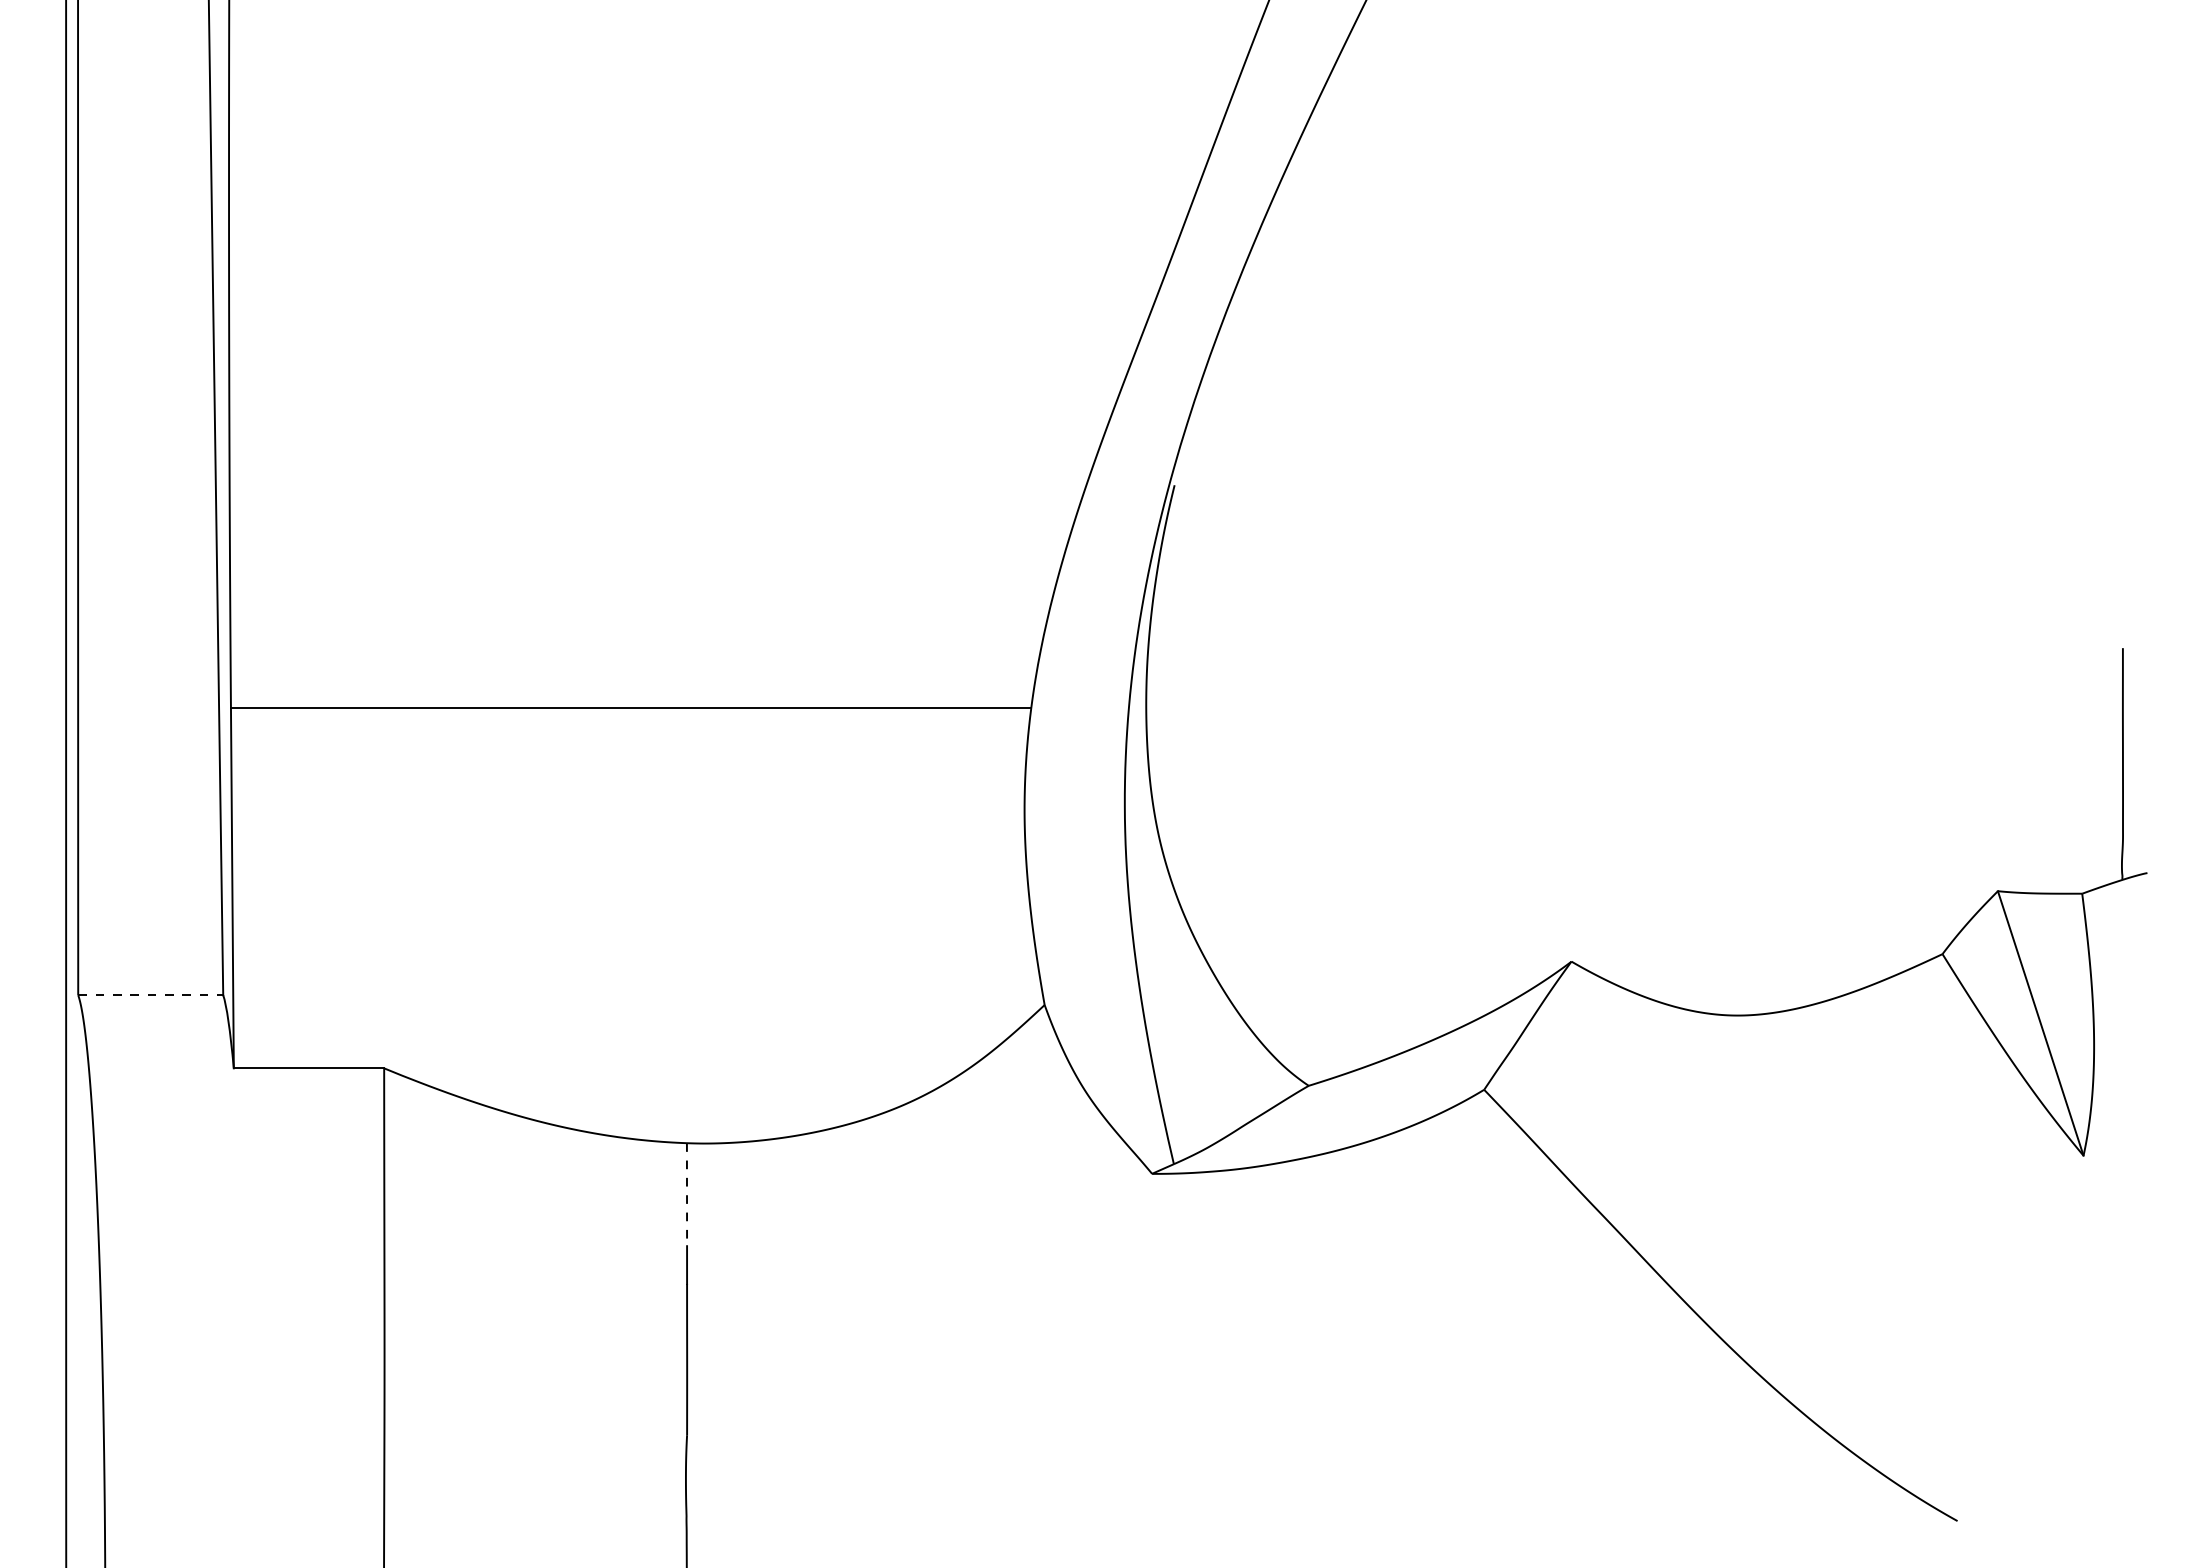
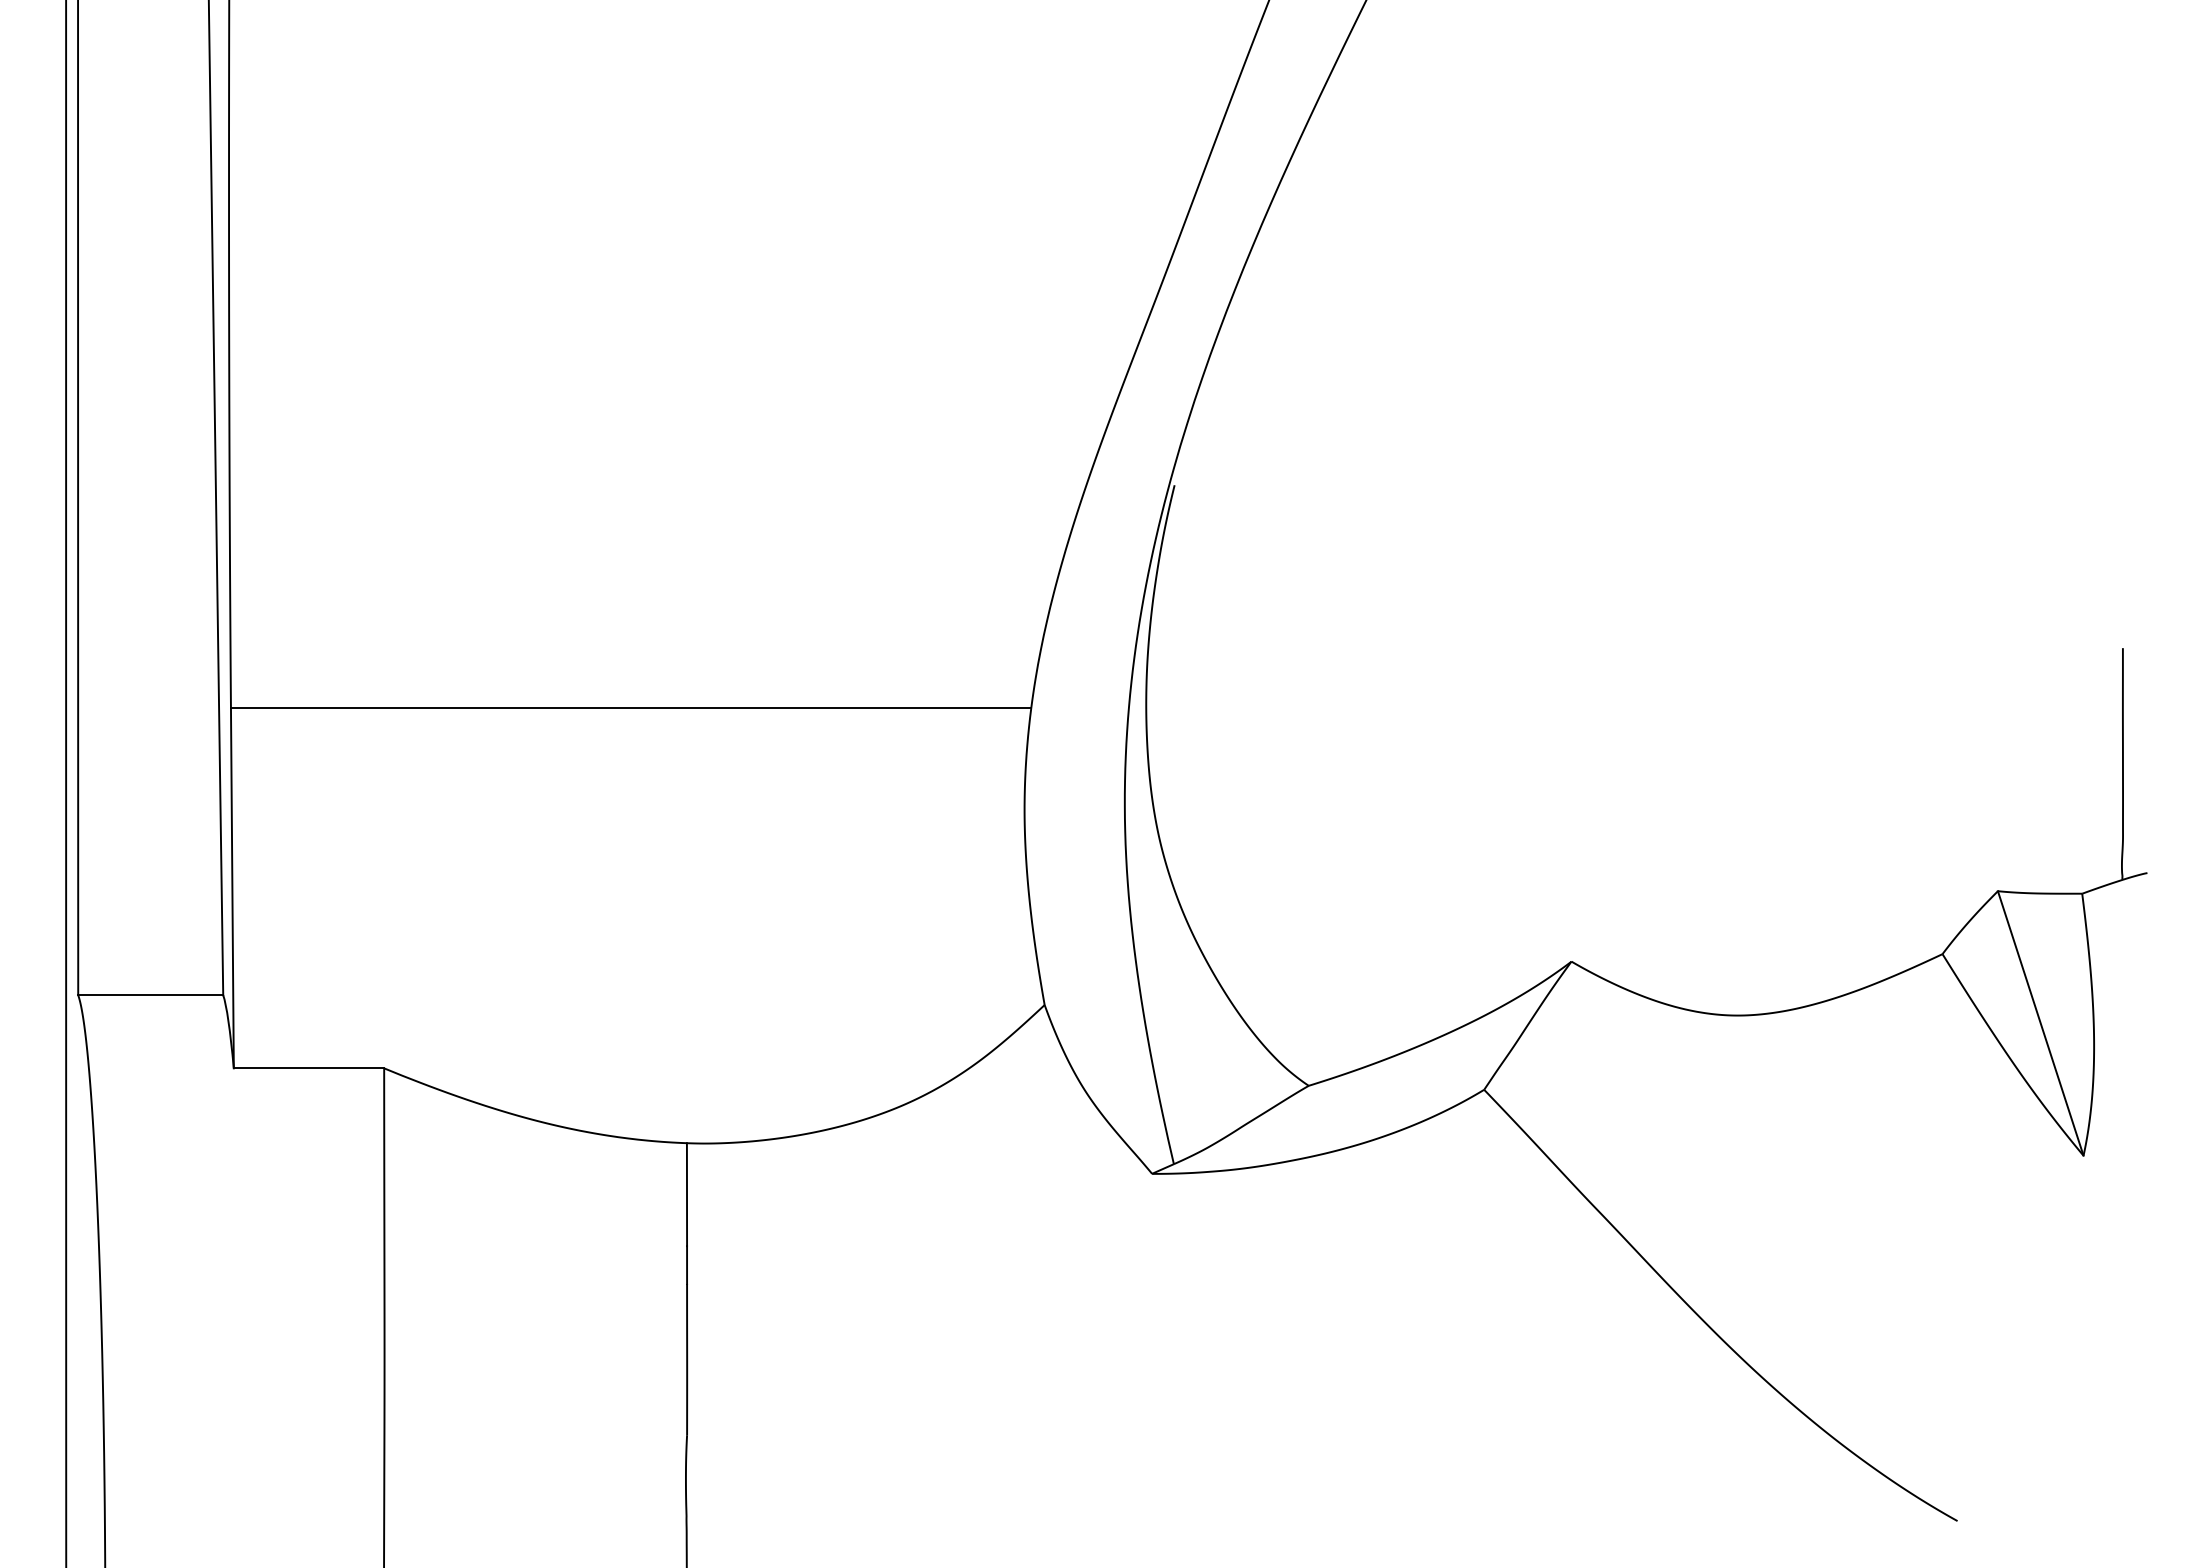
line at (150, 995): dashed -> solid
line at (687, 1195): dashed -> solid
